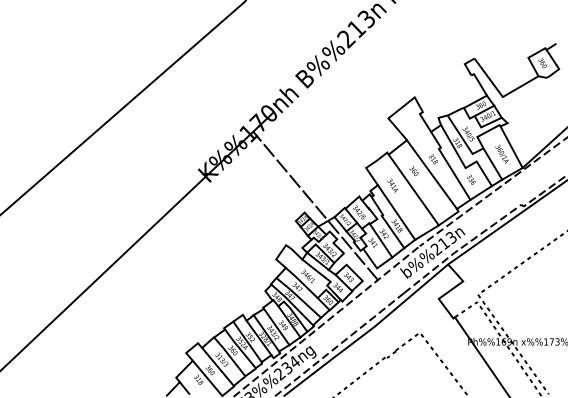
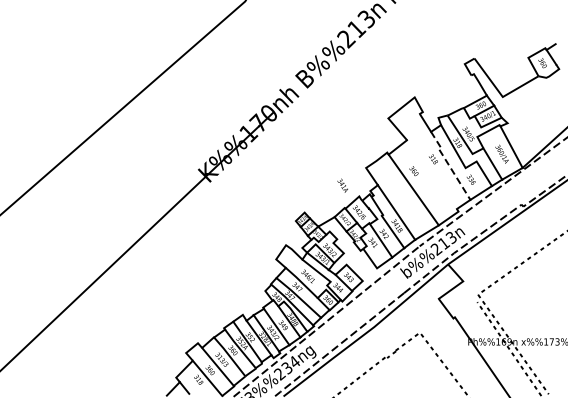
line at (448, 164): solid -> dashed
line at (431, 174): present -> none
text at (392, 185) position: (392, 185) -> (342, 185)
line at (315, 206): present -> none
line at (465, 309): present -> none
